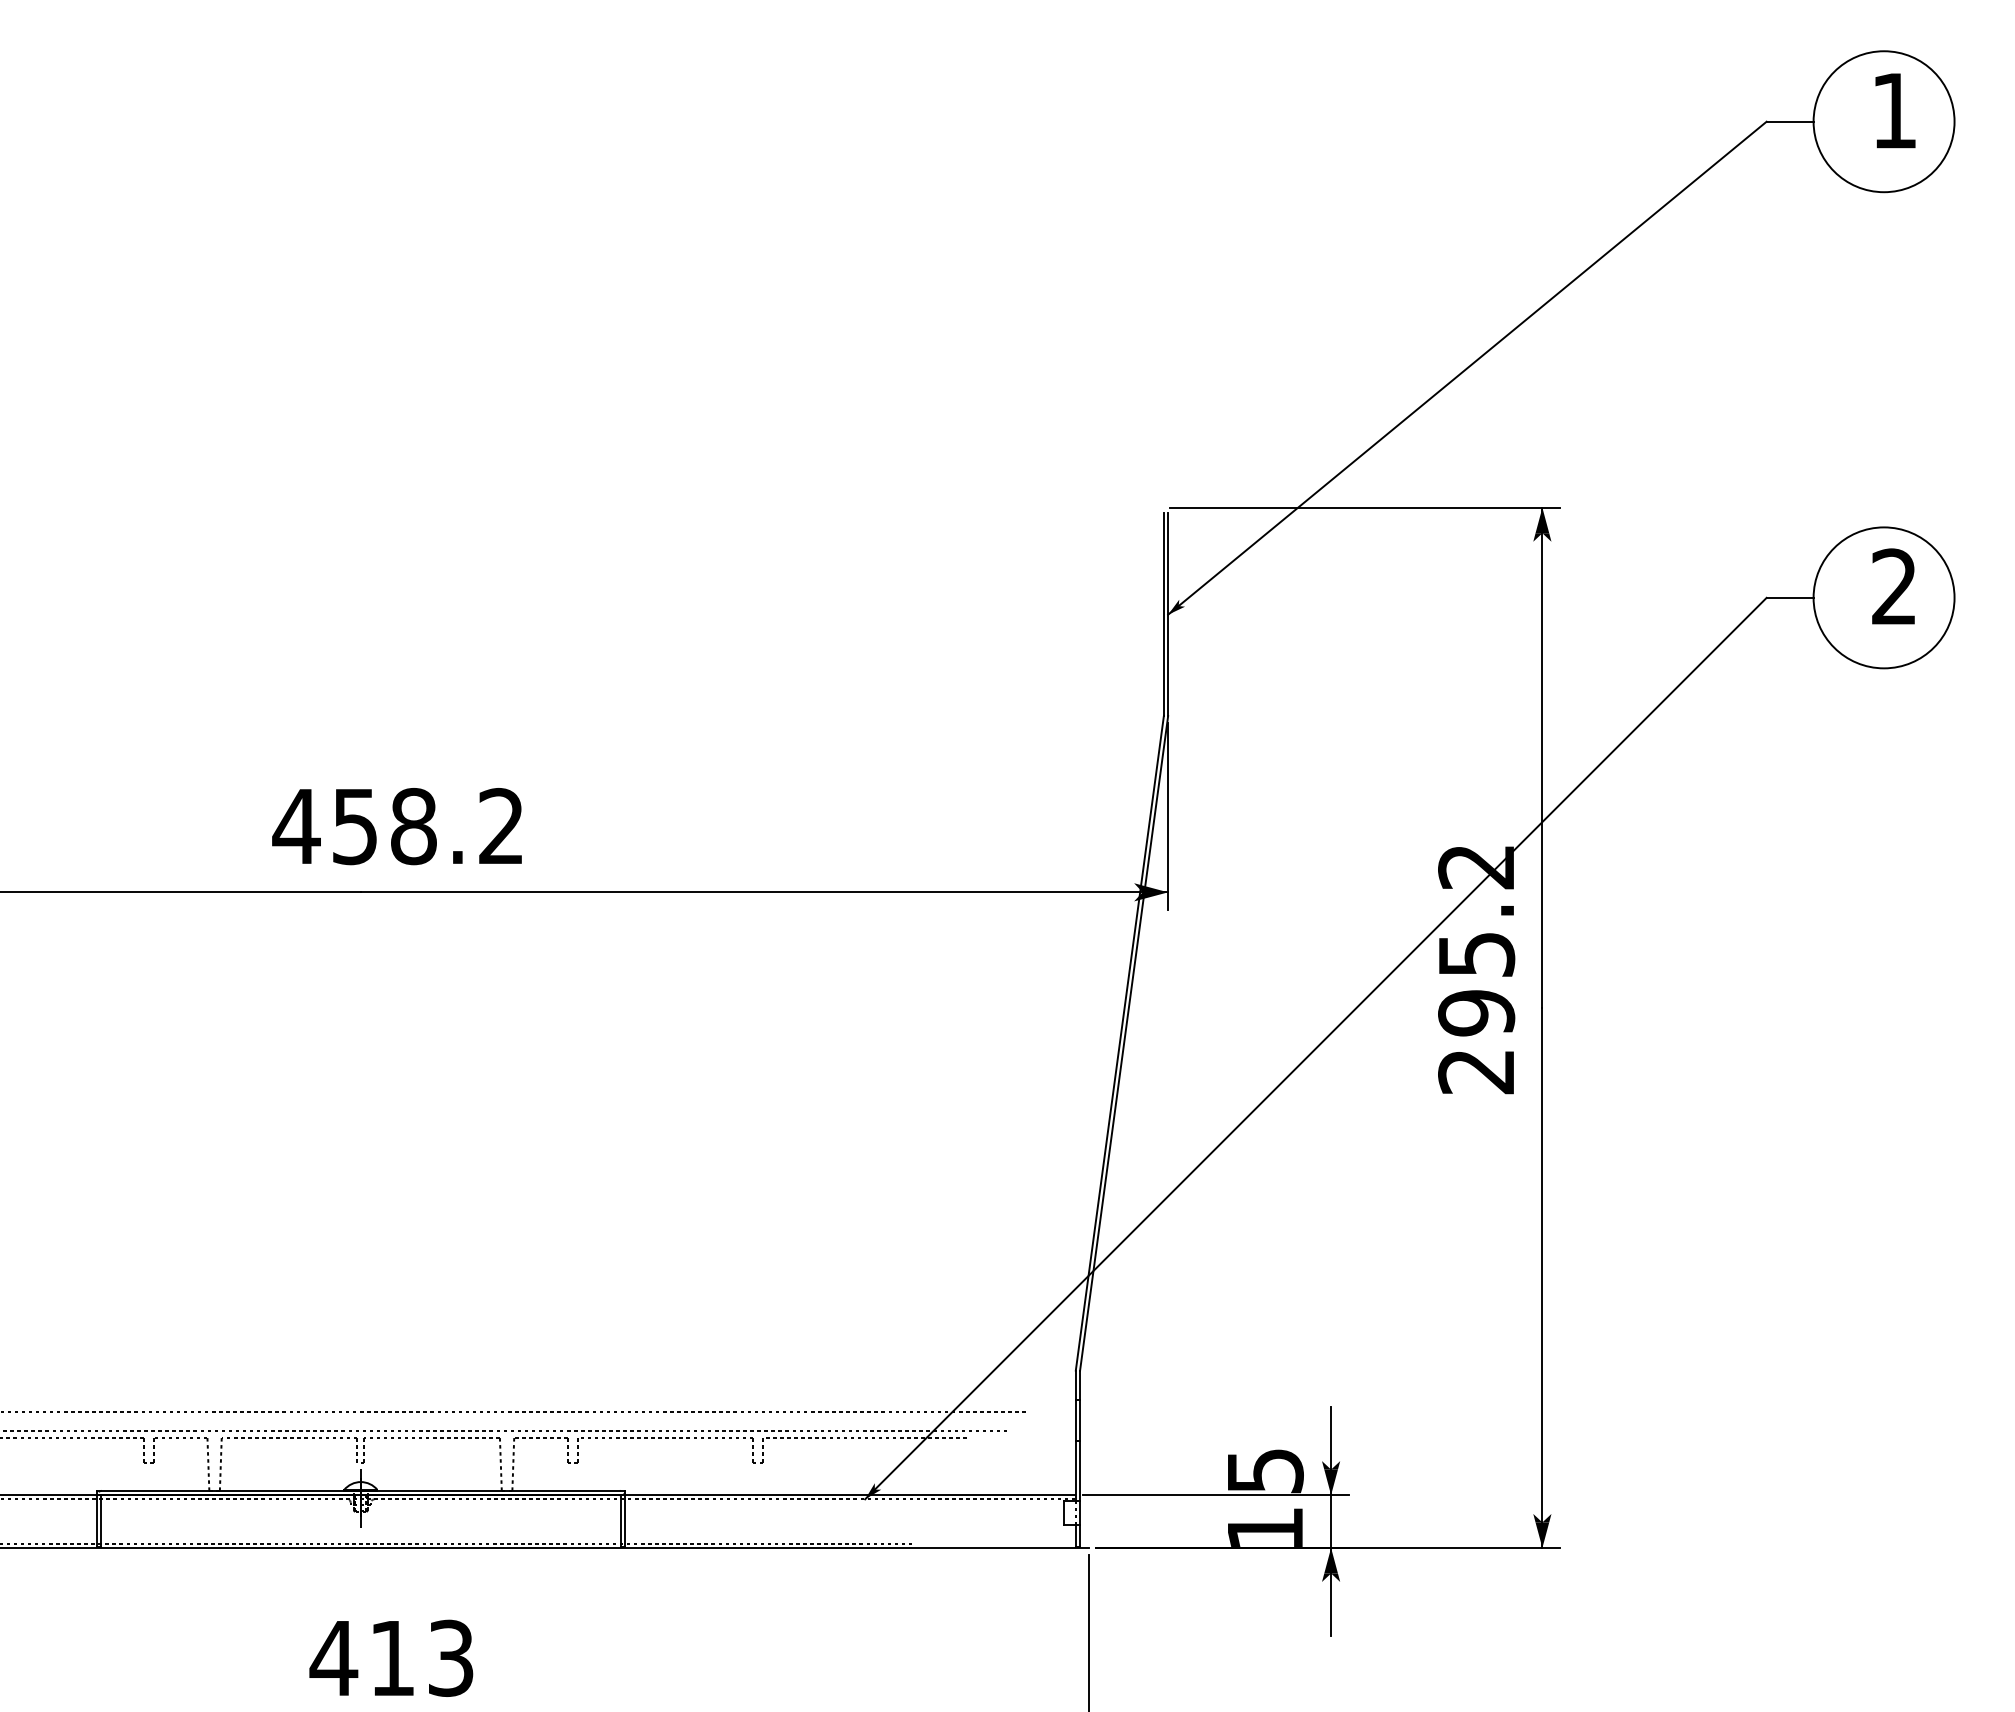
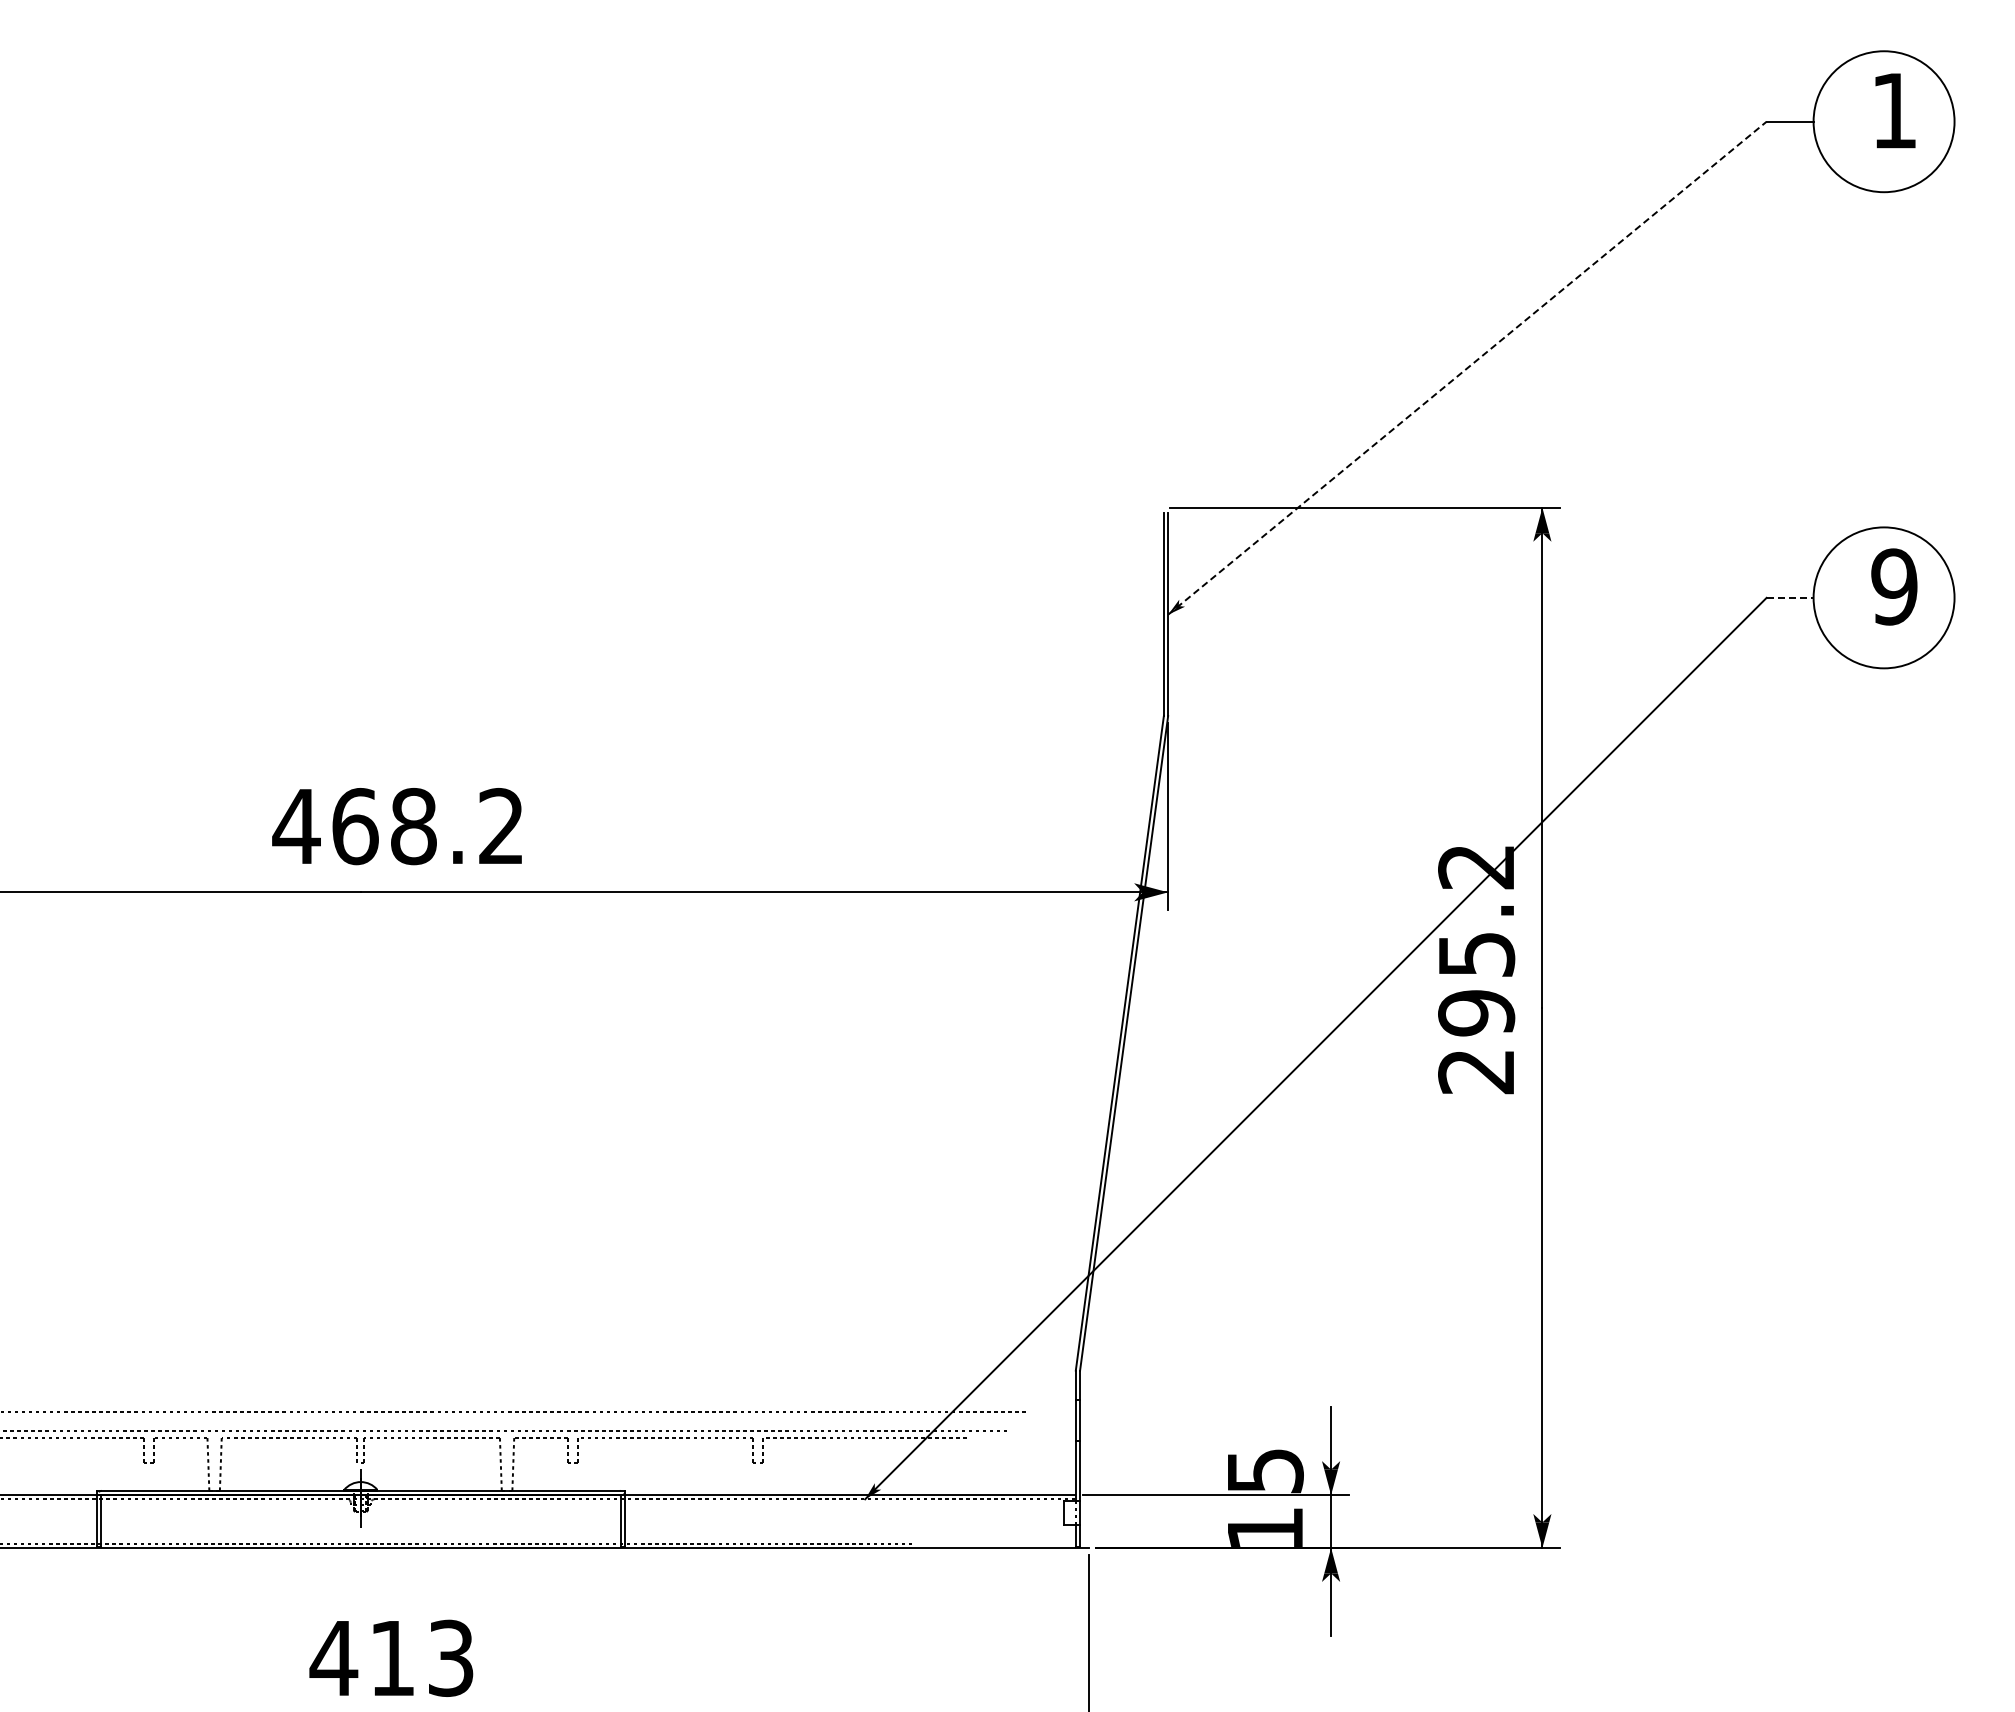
line at (1467, 368): solid -> dashed
text at (1894, 586): 2 -> 9
line at (1790, 597): solid -> dashed
text at (355, 826): 458.2 -> 468.2
